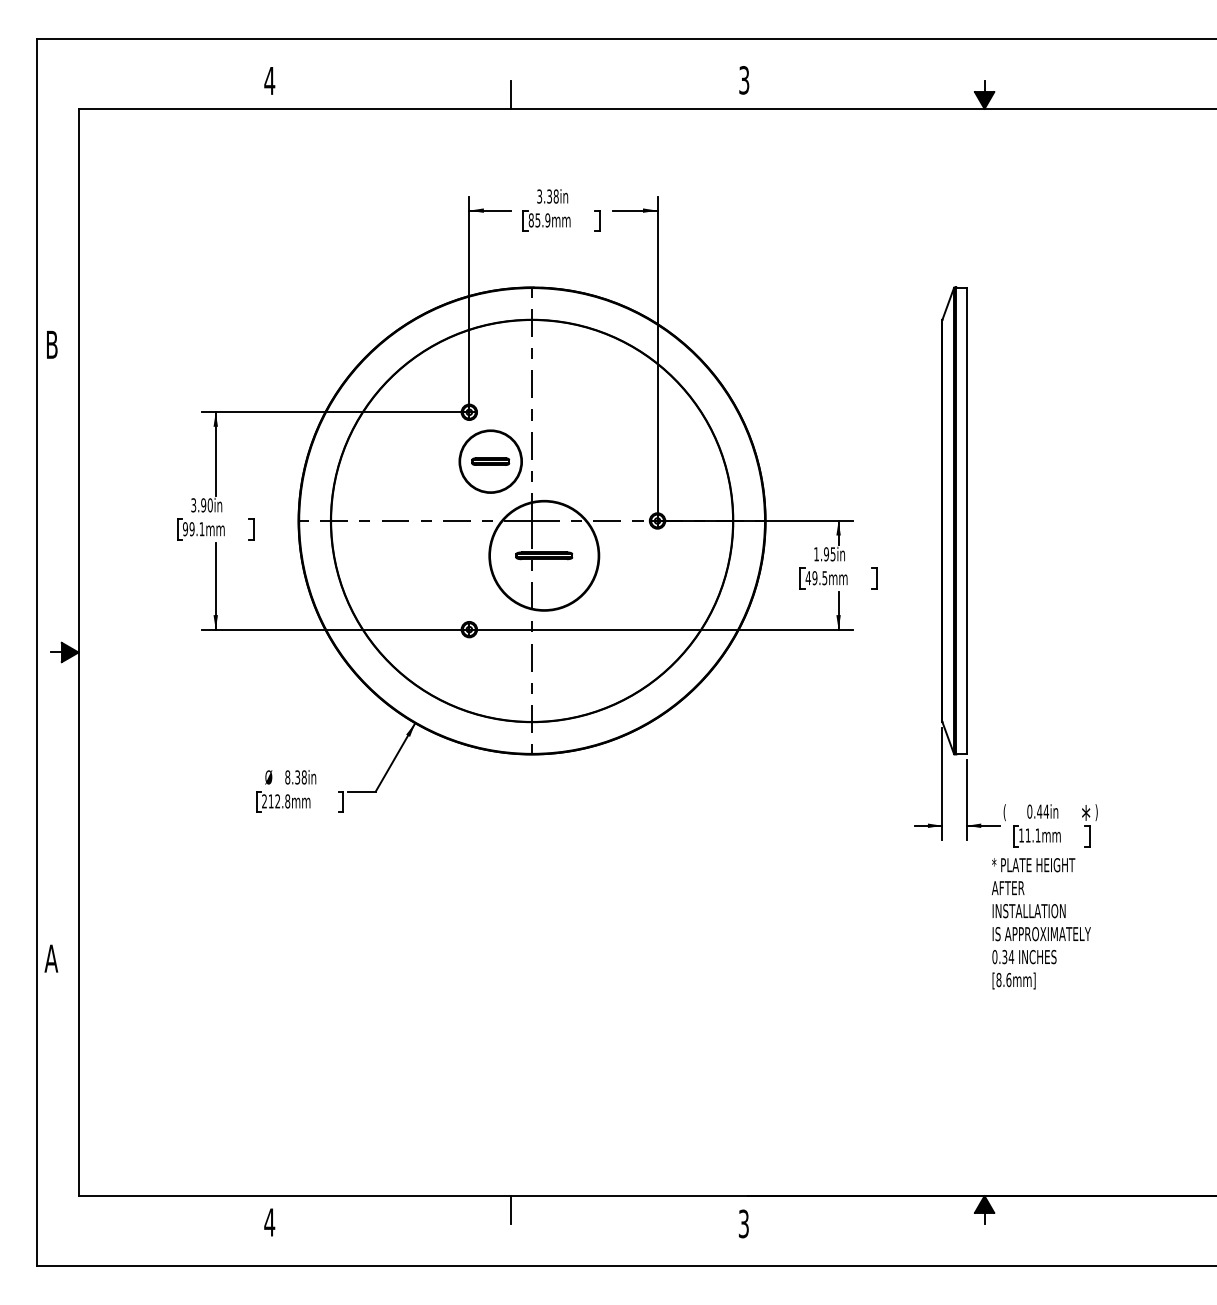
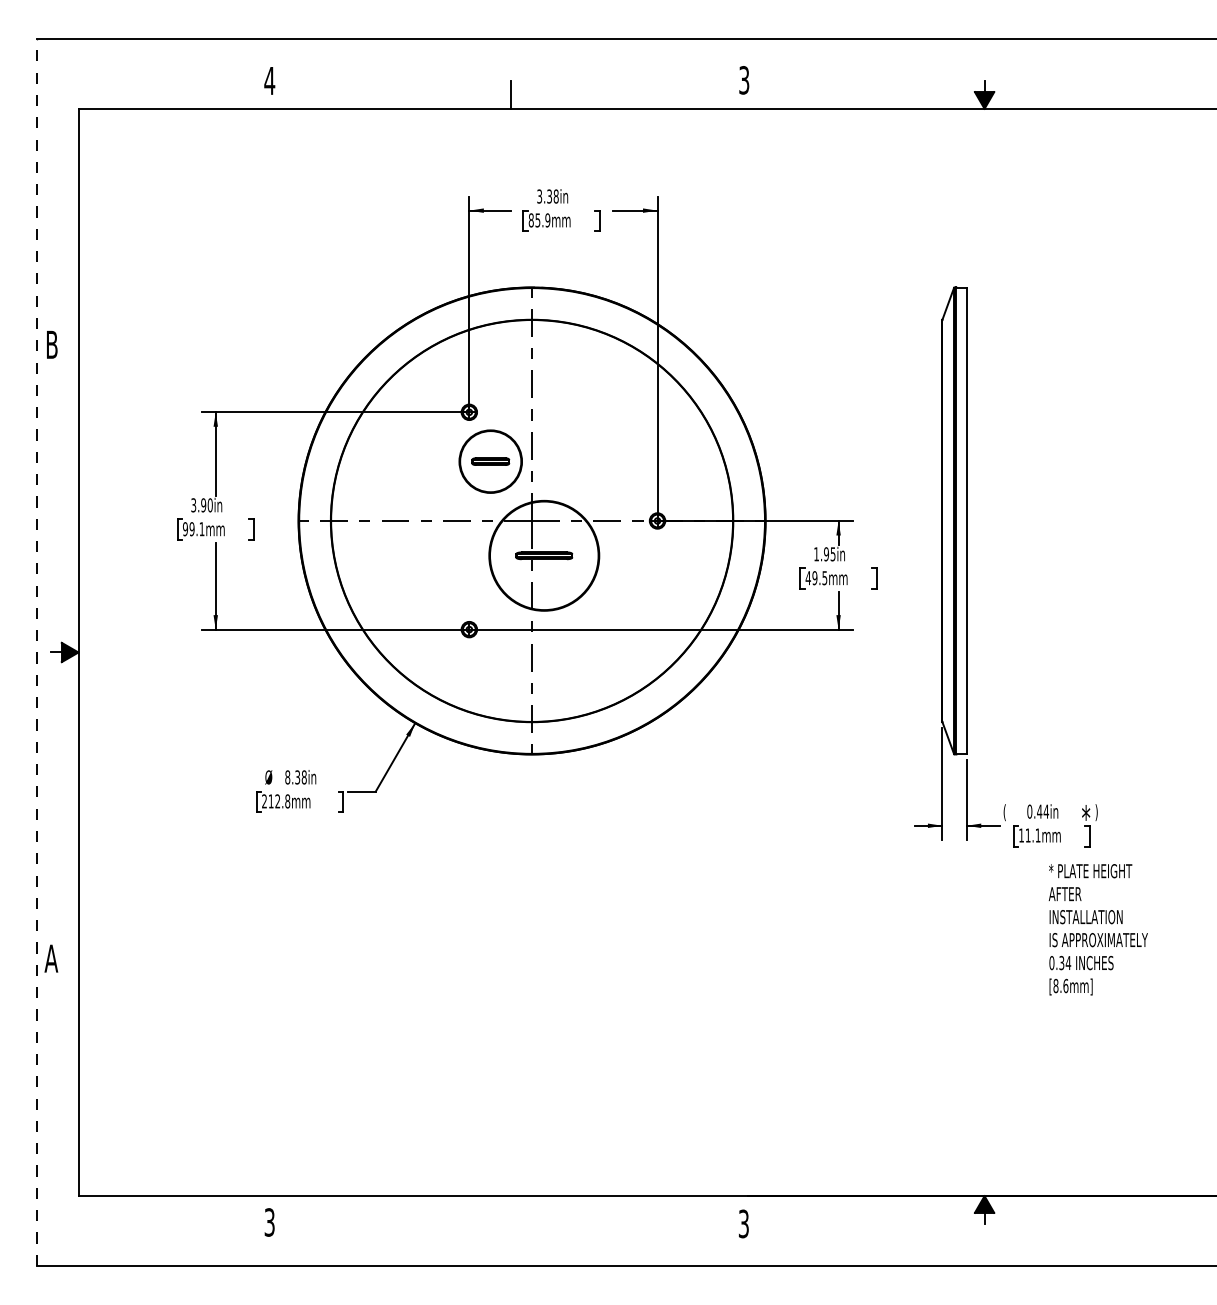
line at (36, 652): solid -> dashed
text at (1040, 923) position: (1040, 923) -> (1097, 929)
line at (510, 1210): present -> none
text at (269, 1222): 4 -> 3
